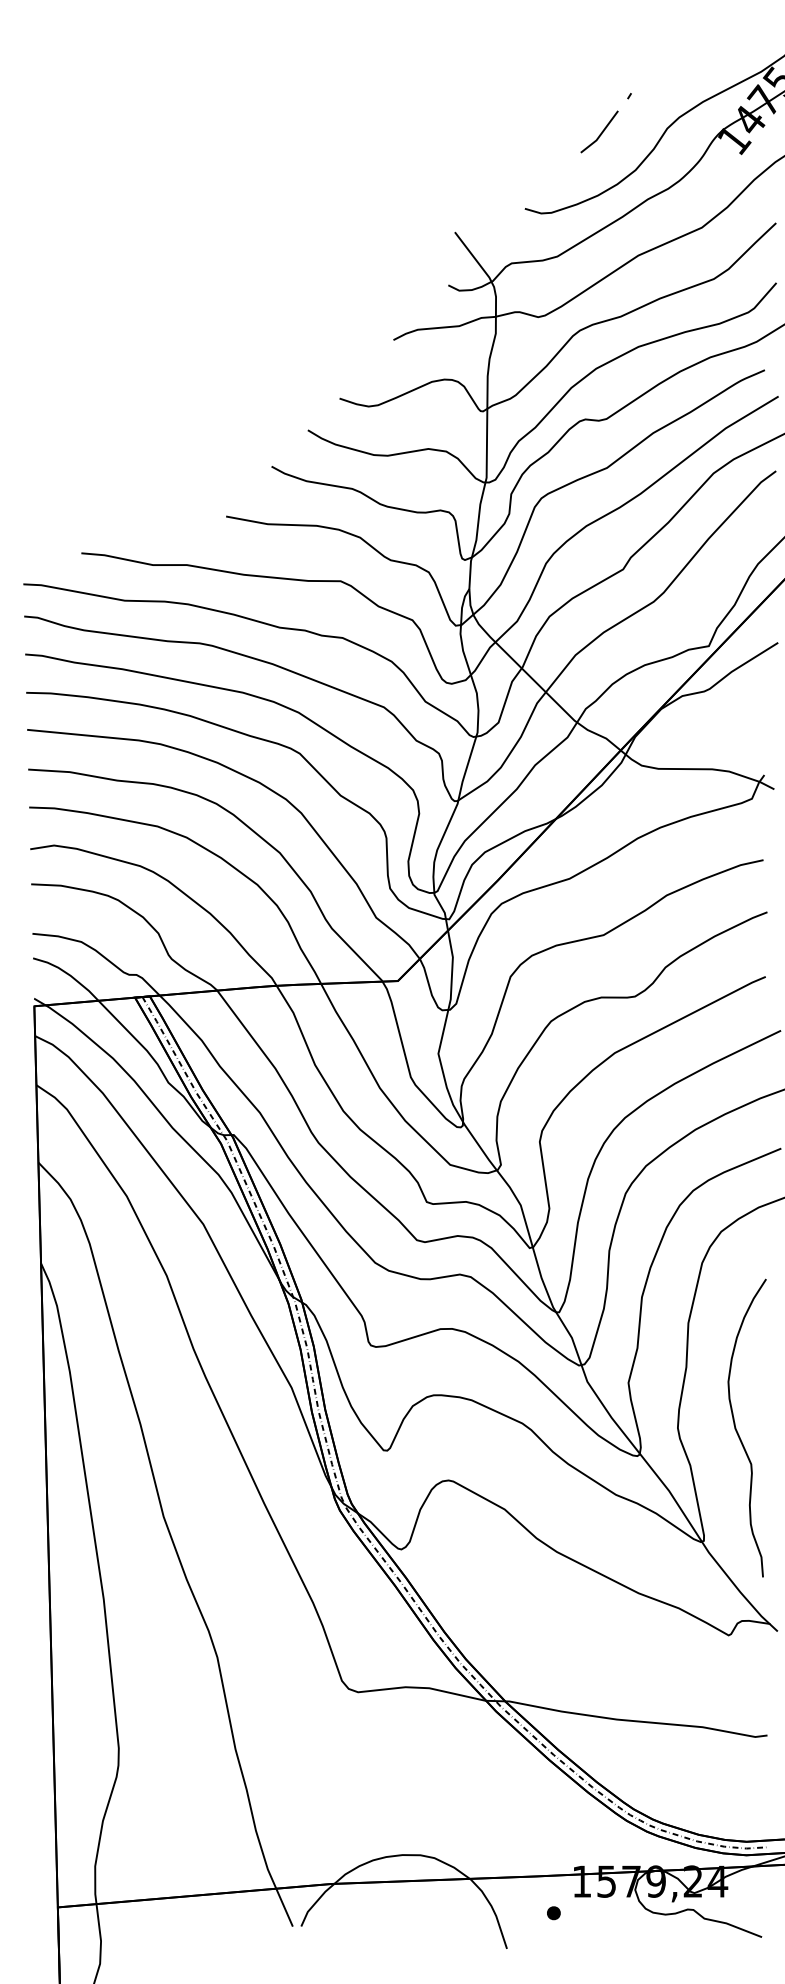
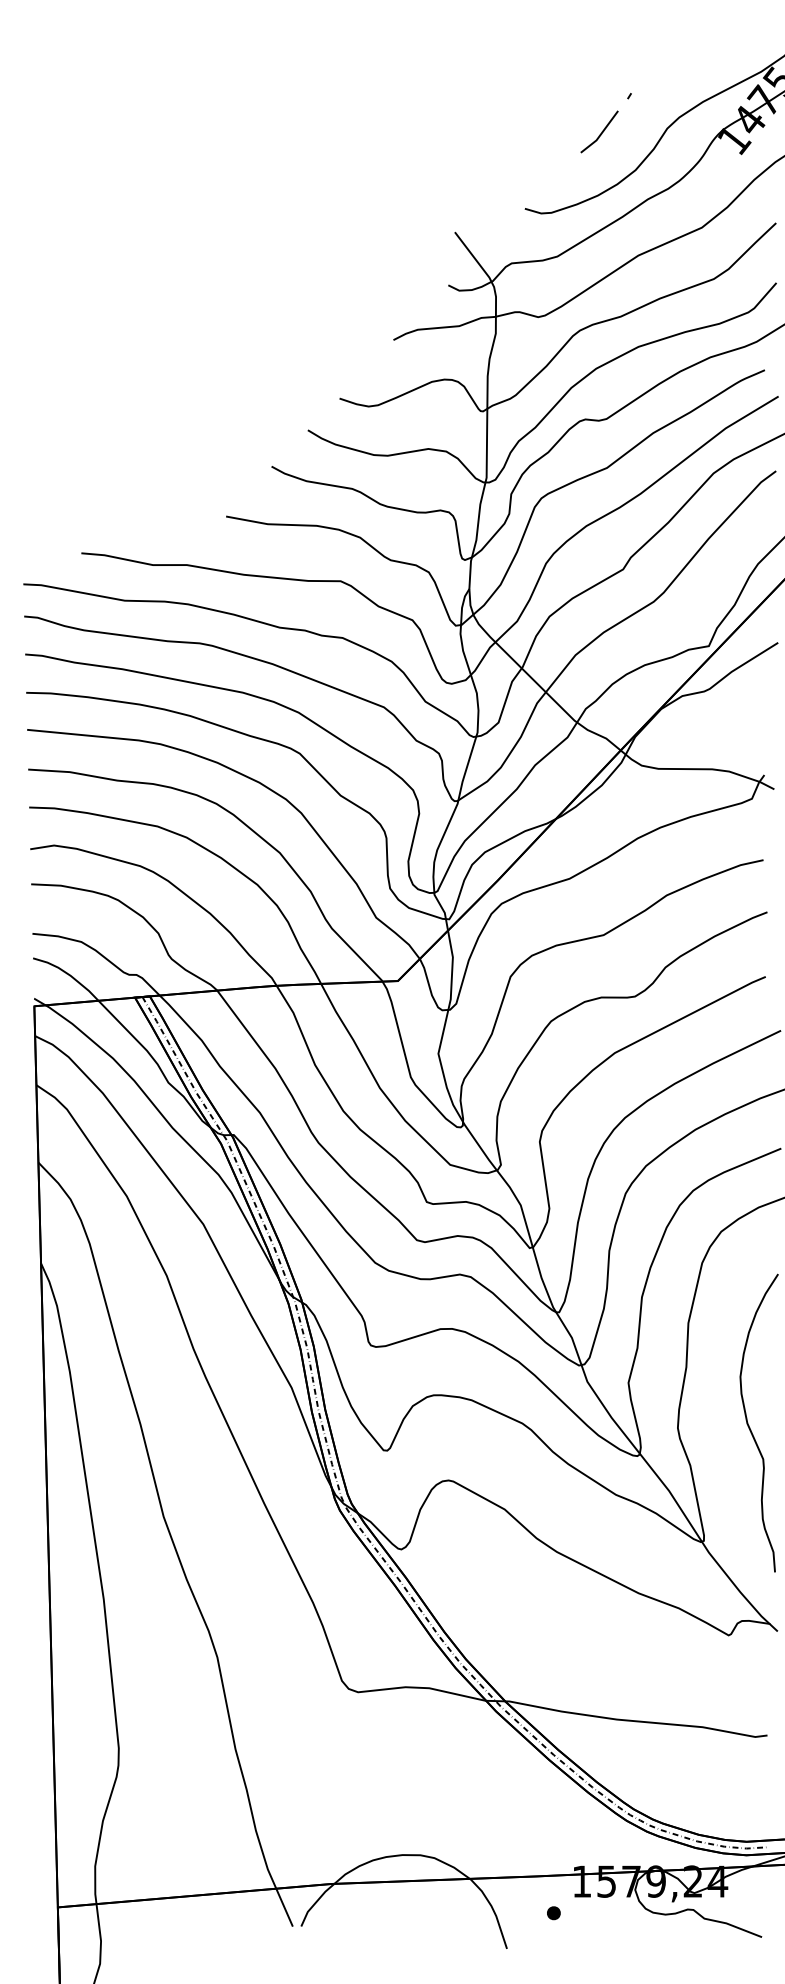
curve at (738, 1432) position: (738, 1432) -> (750, 1427)
